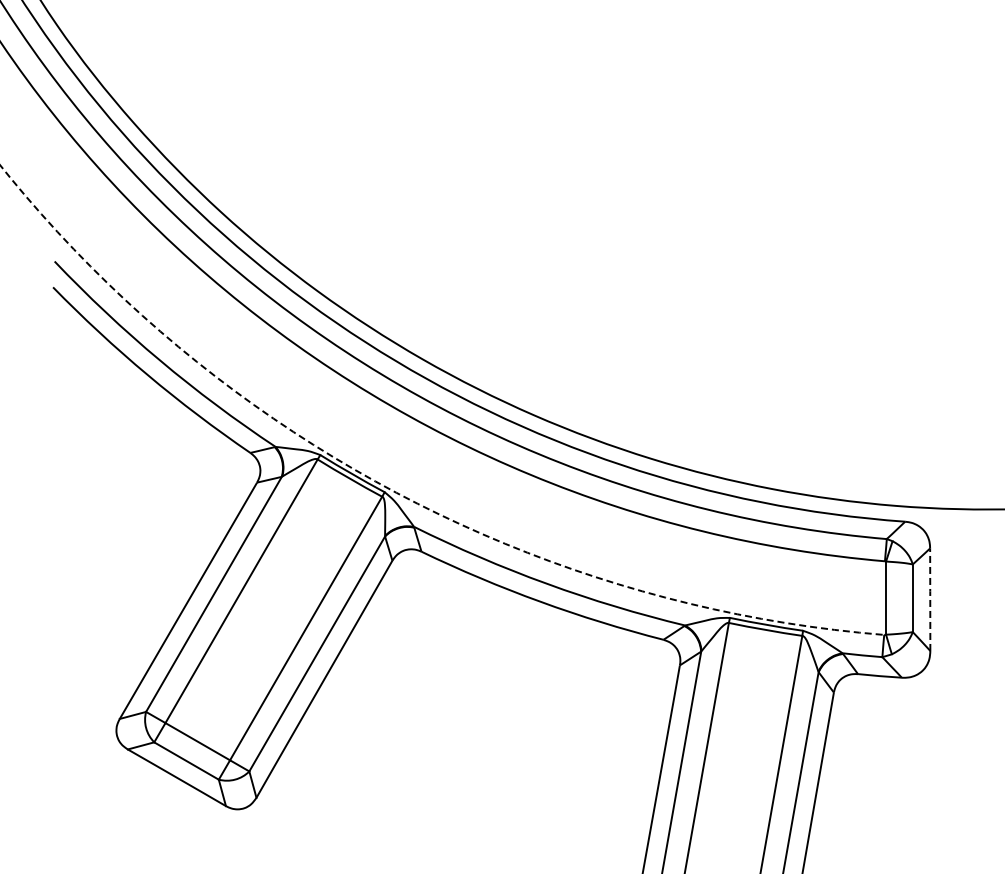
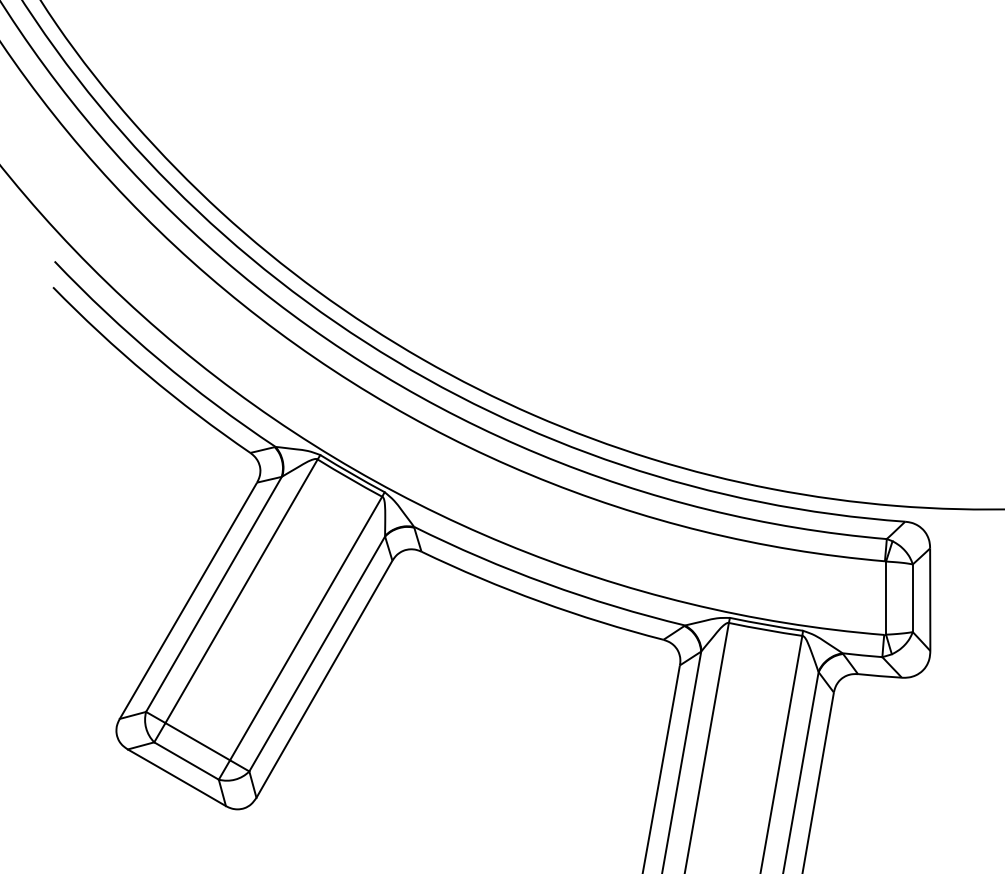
arc at (396, 492): dashed -> solid
line at (930, 598): dashed -> solid
